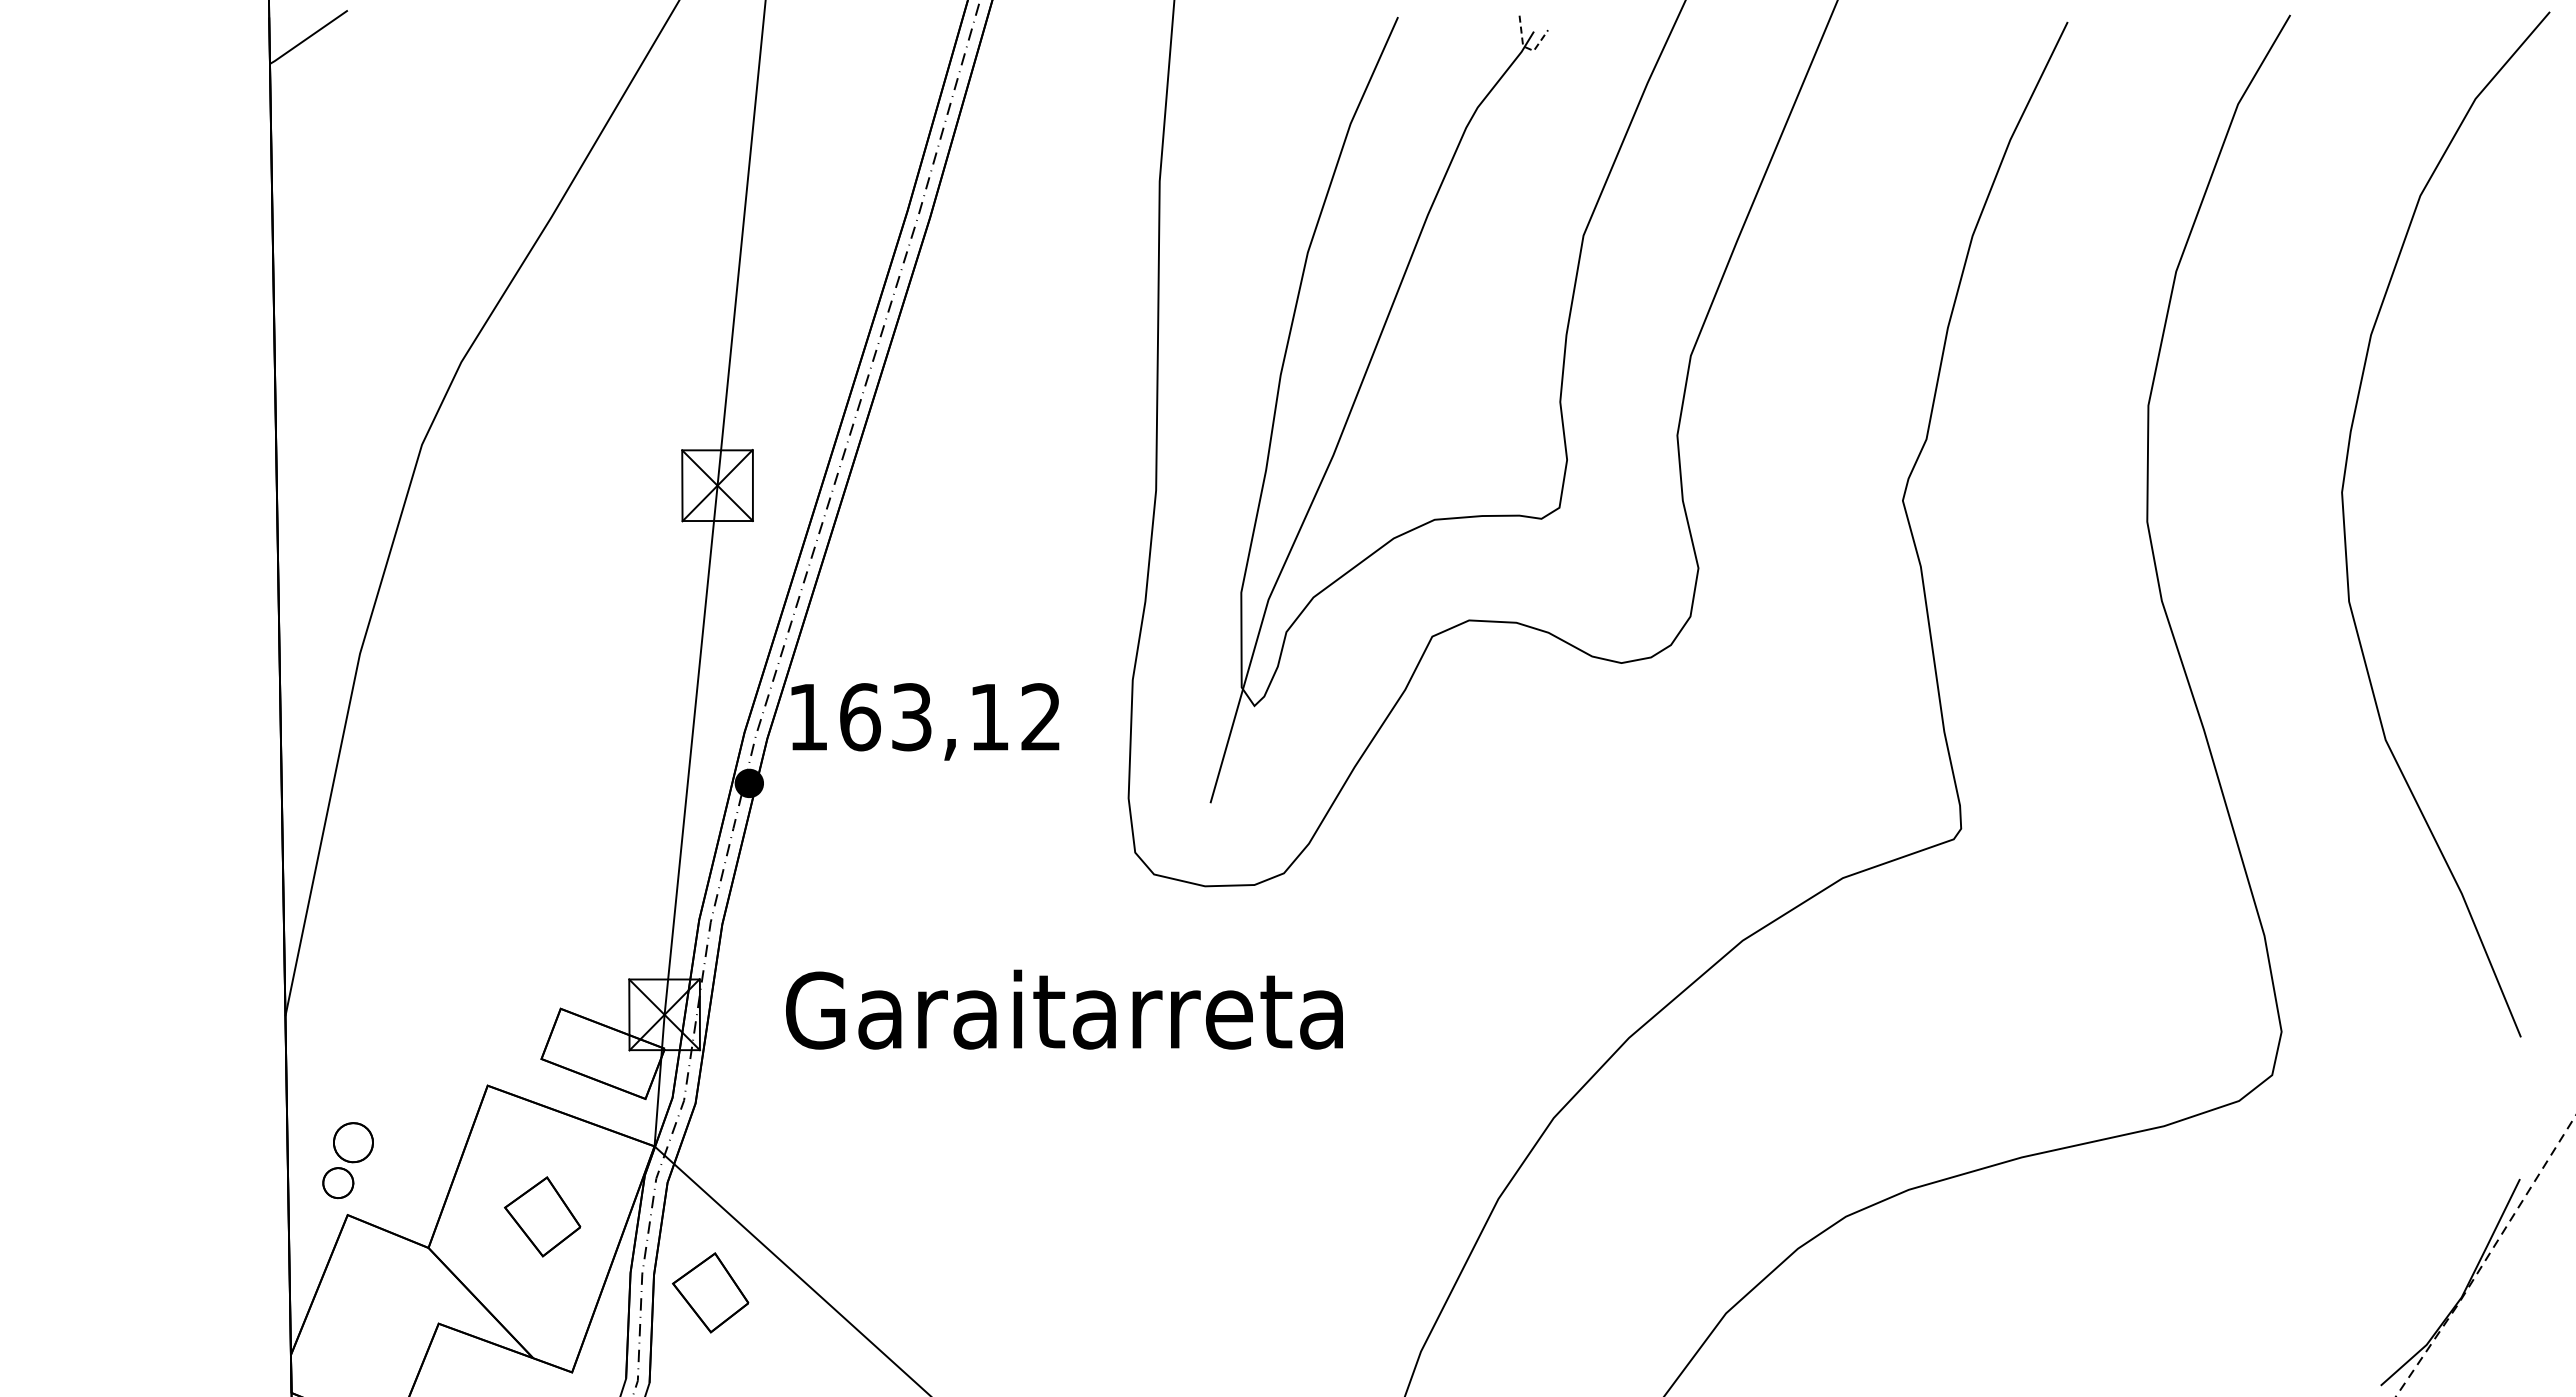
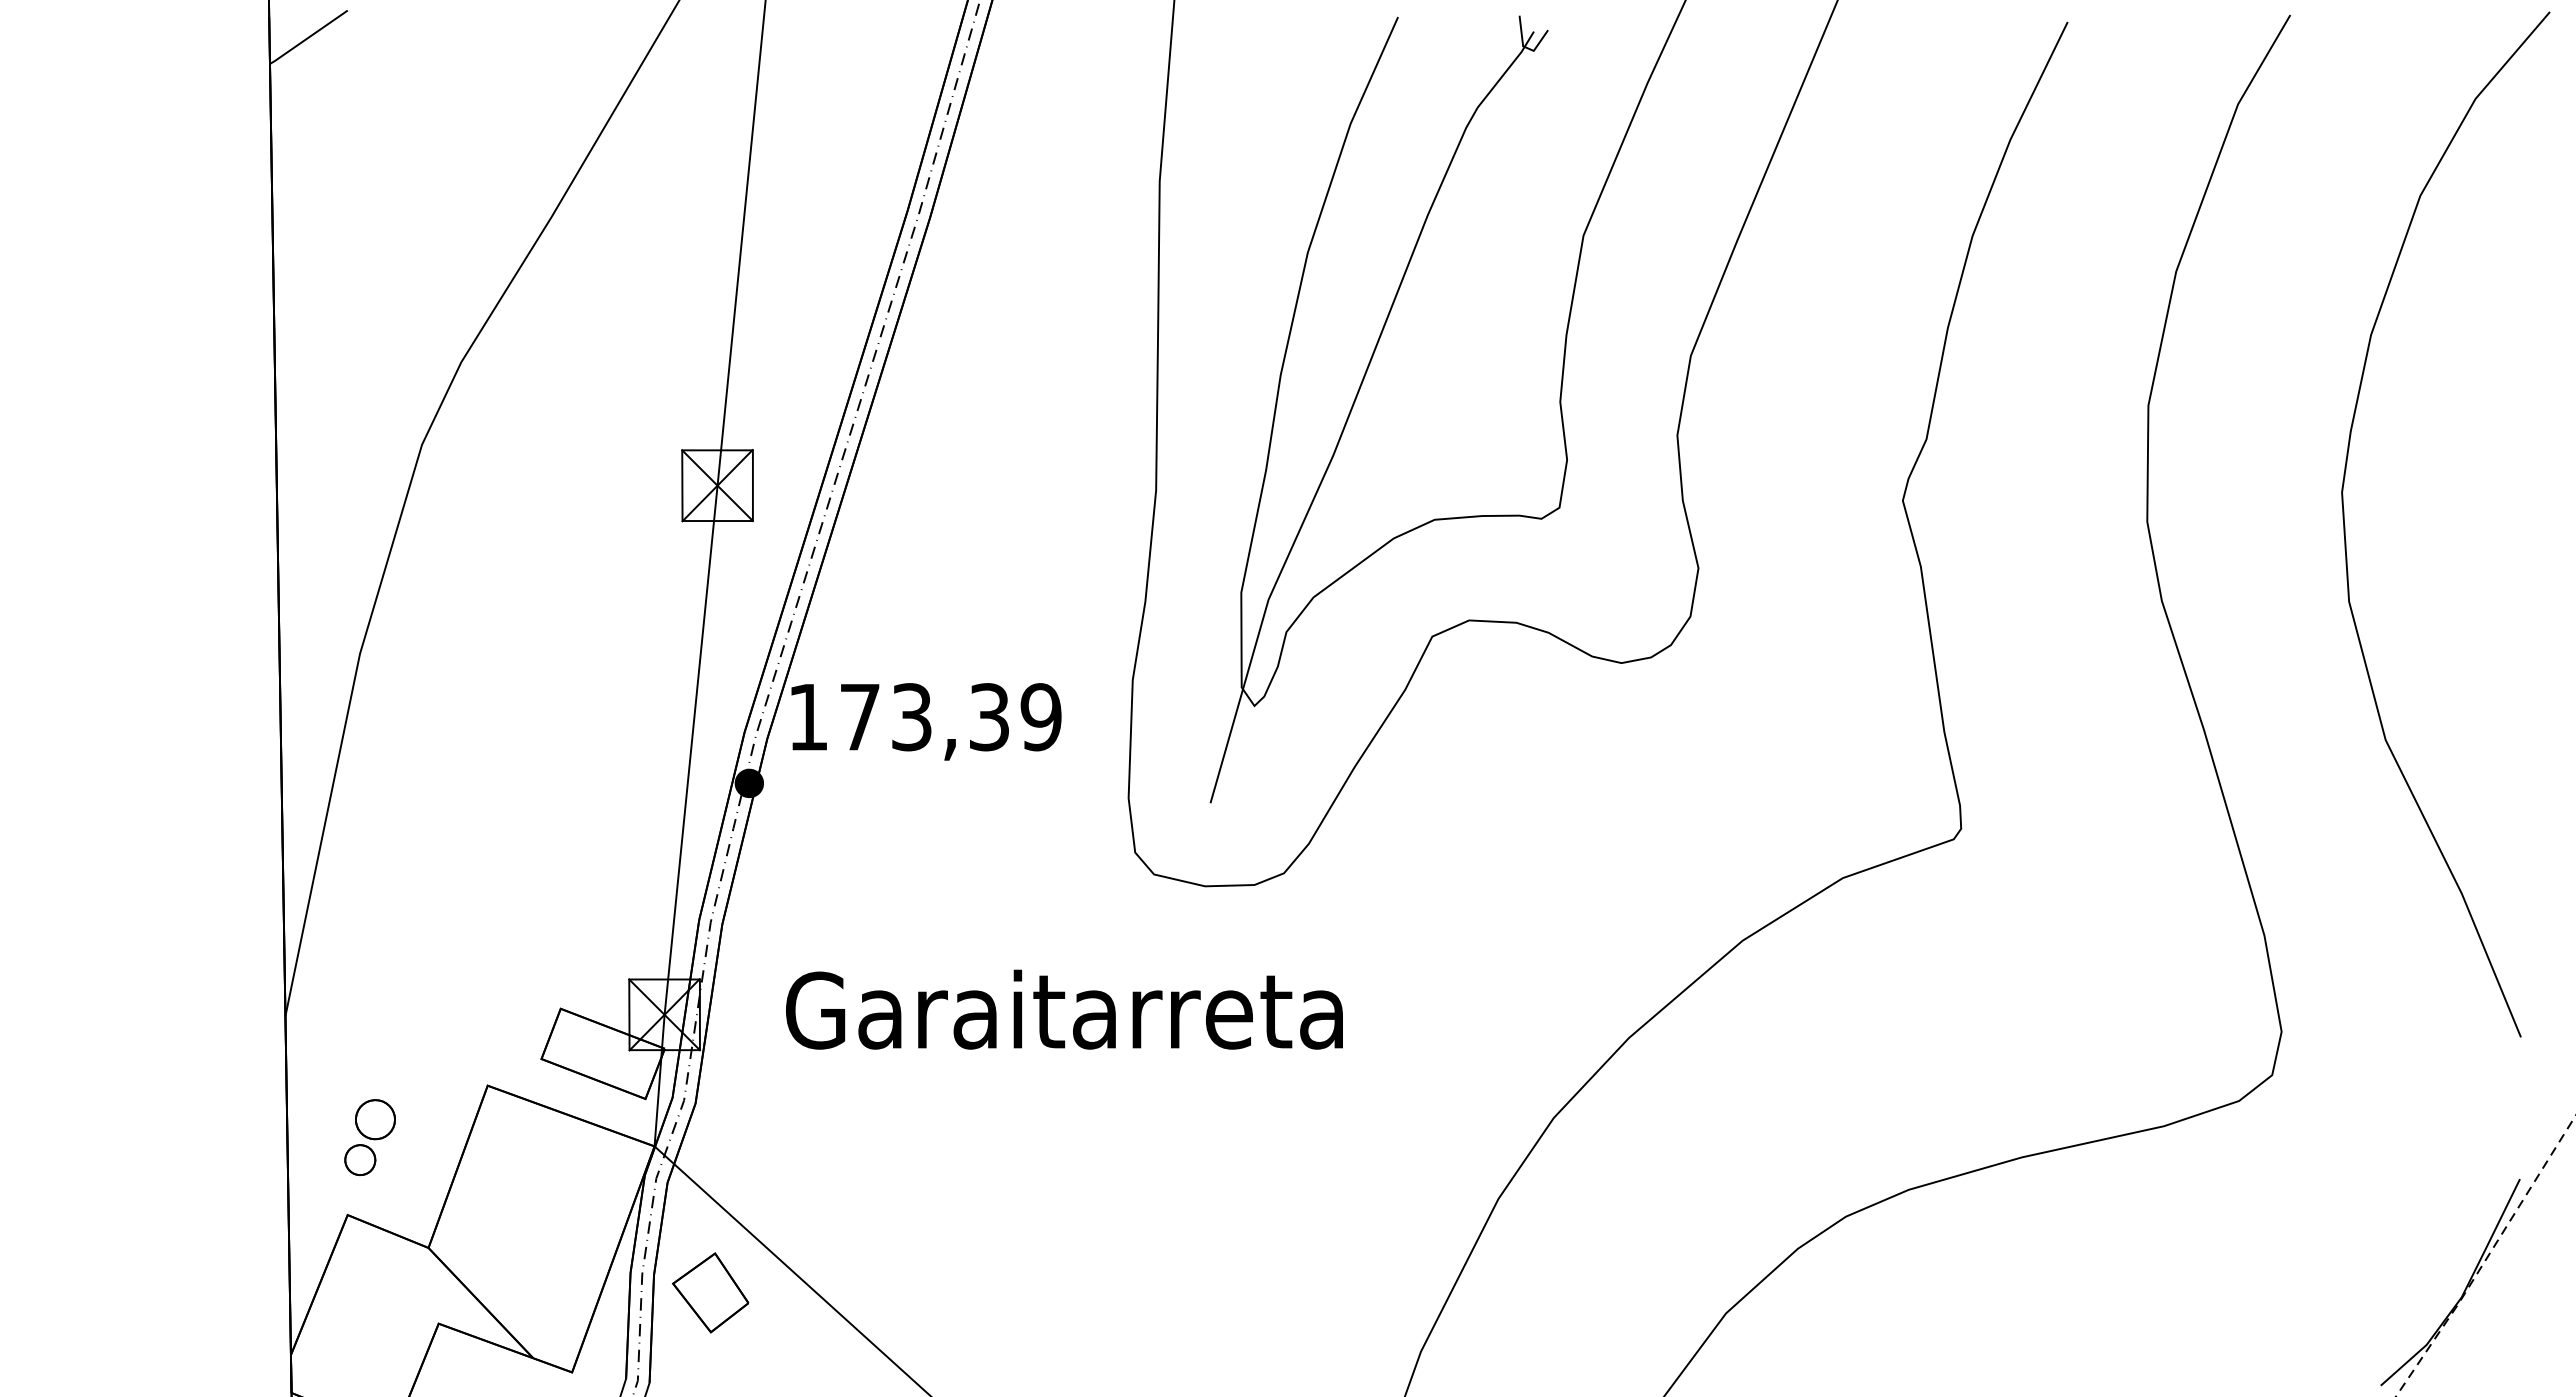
line at (1526, 47): dashed -> solid
text at (950, 717): 163,12 -> 173,39
part at (347, 1160) position: (347, 1160) -> (369, 1137)
part at (542, 1216): present -> none
